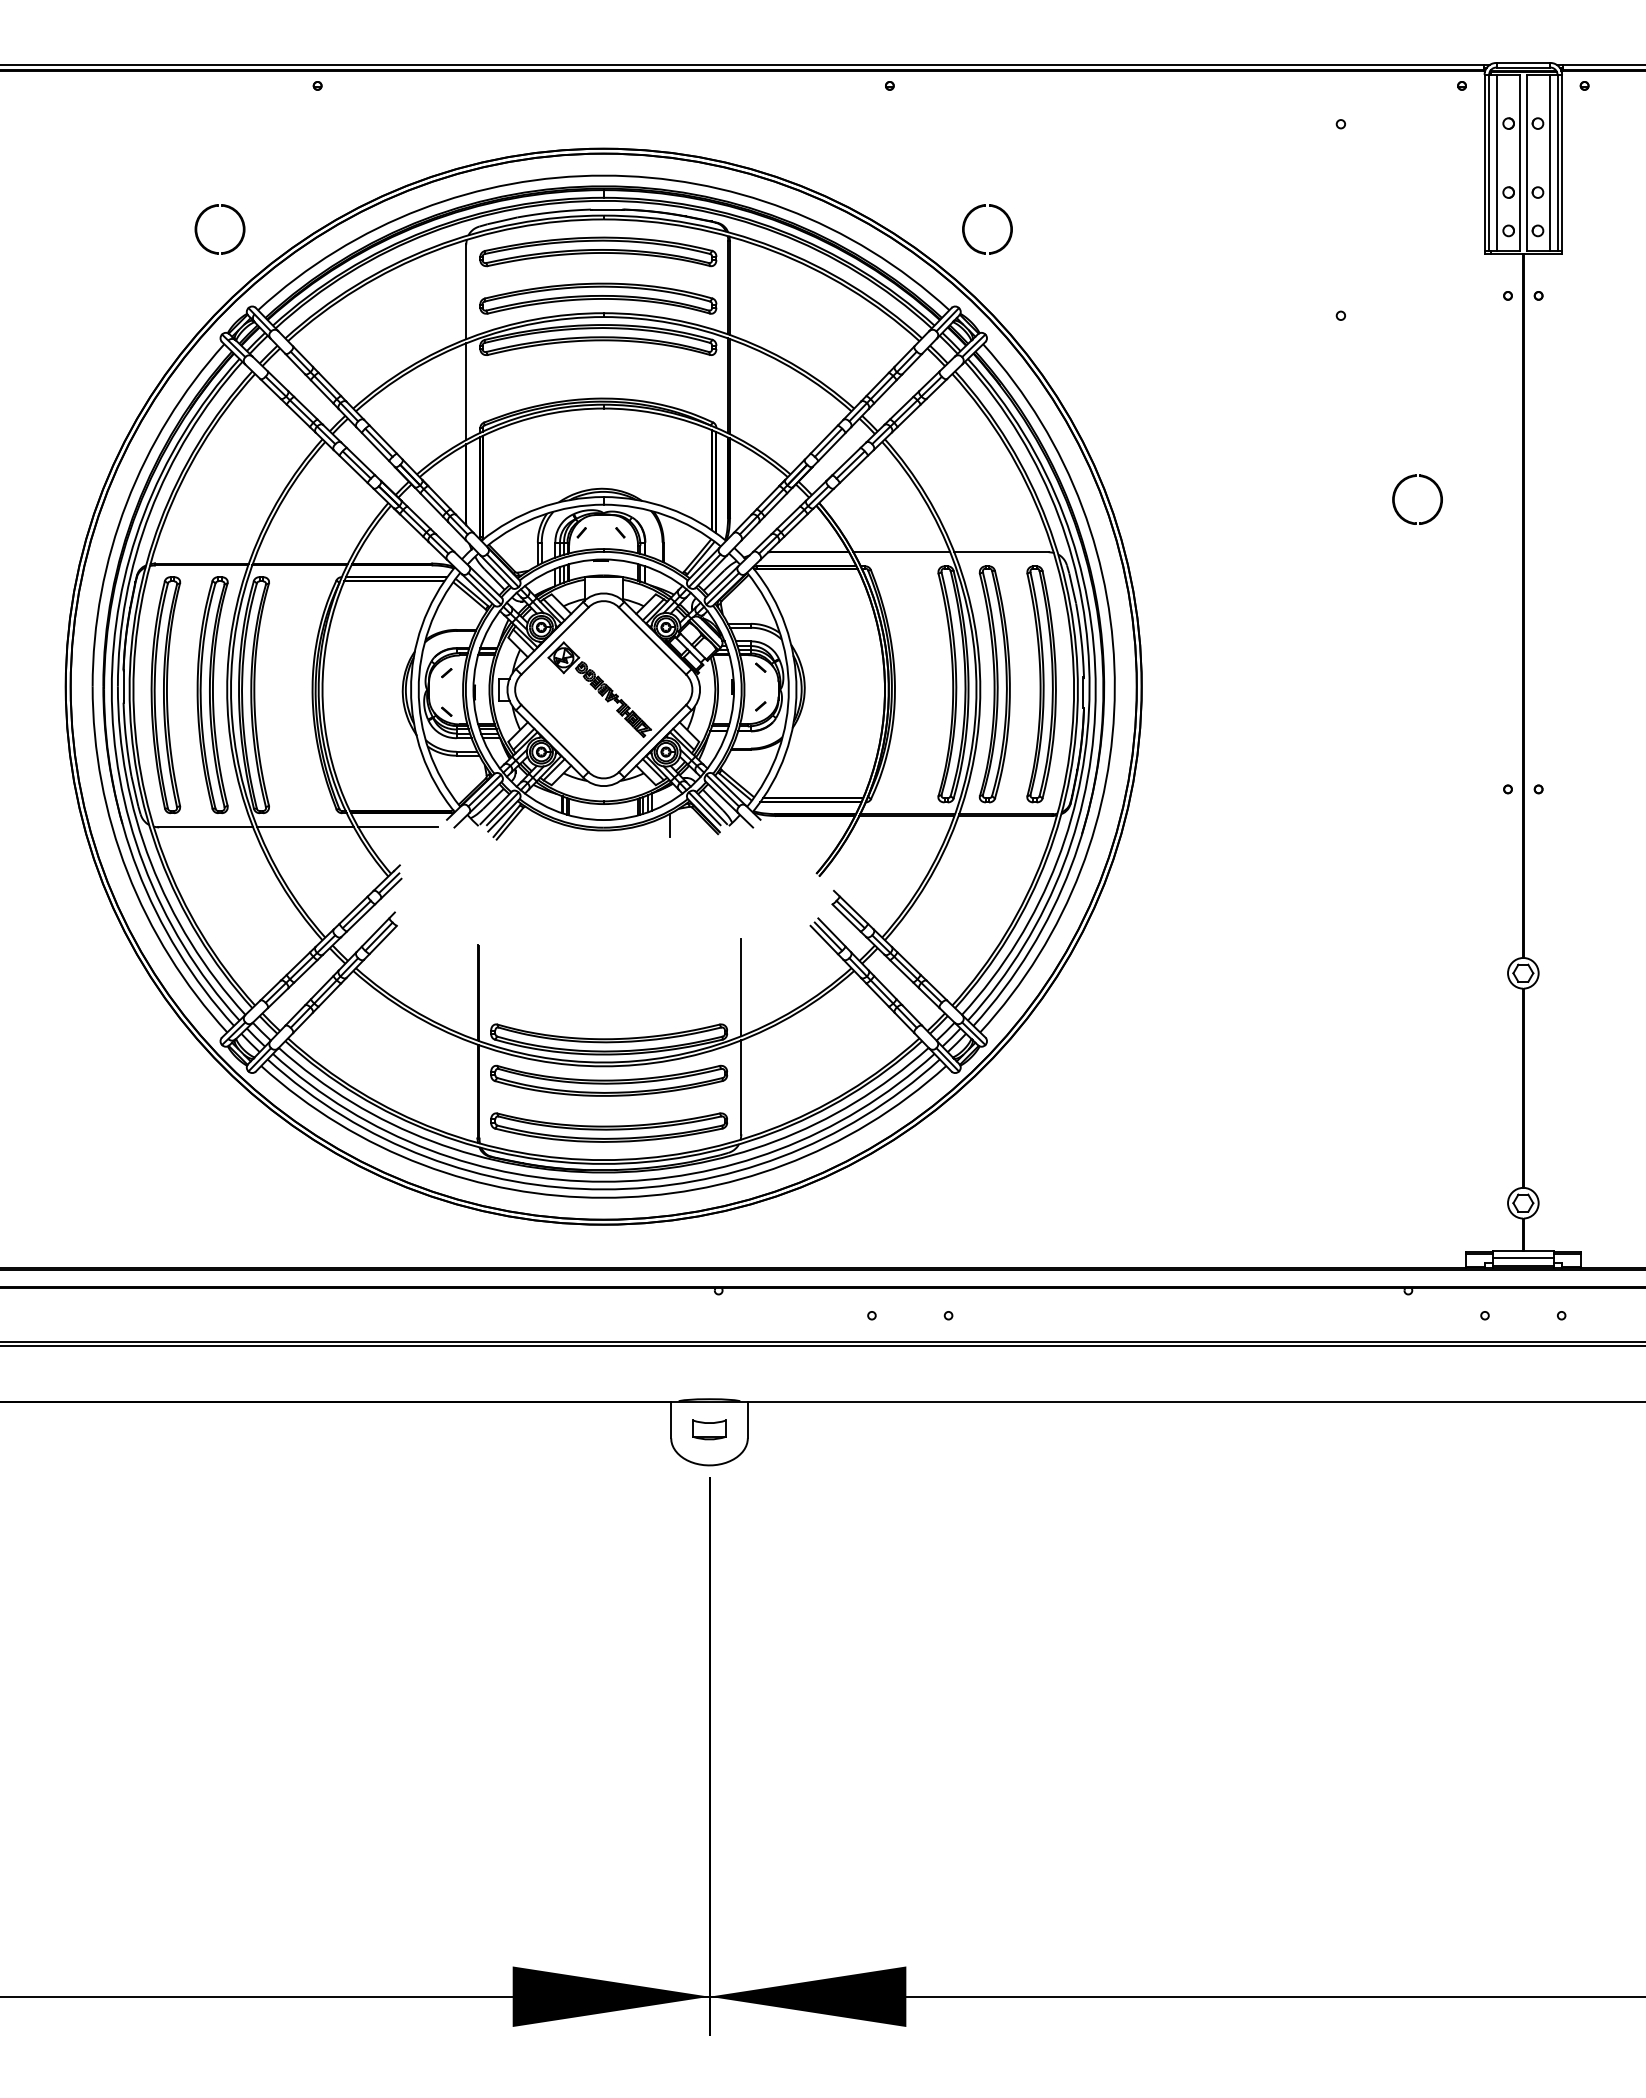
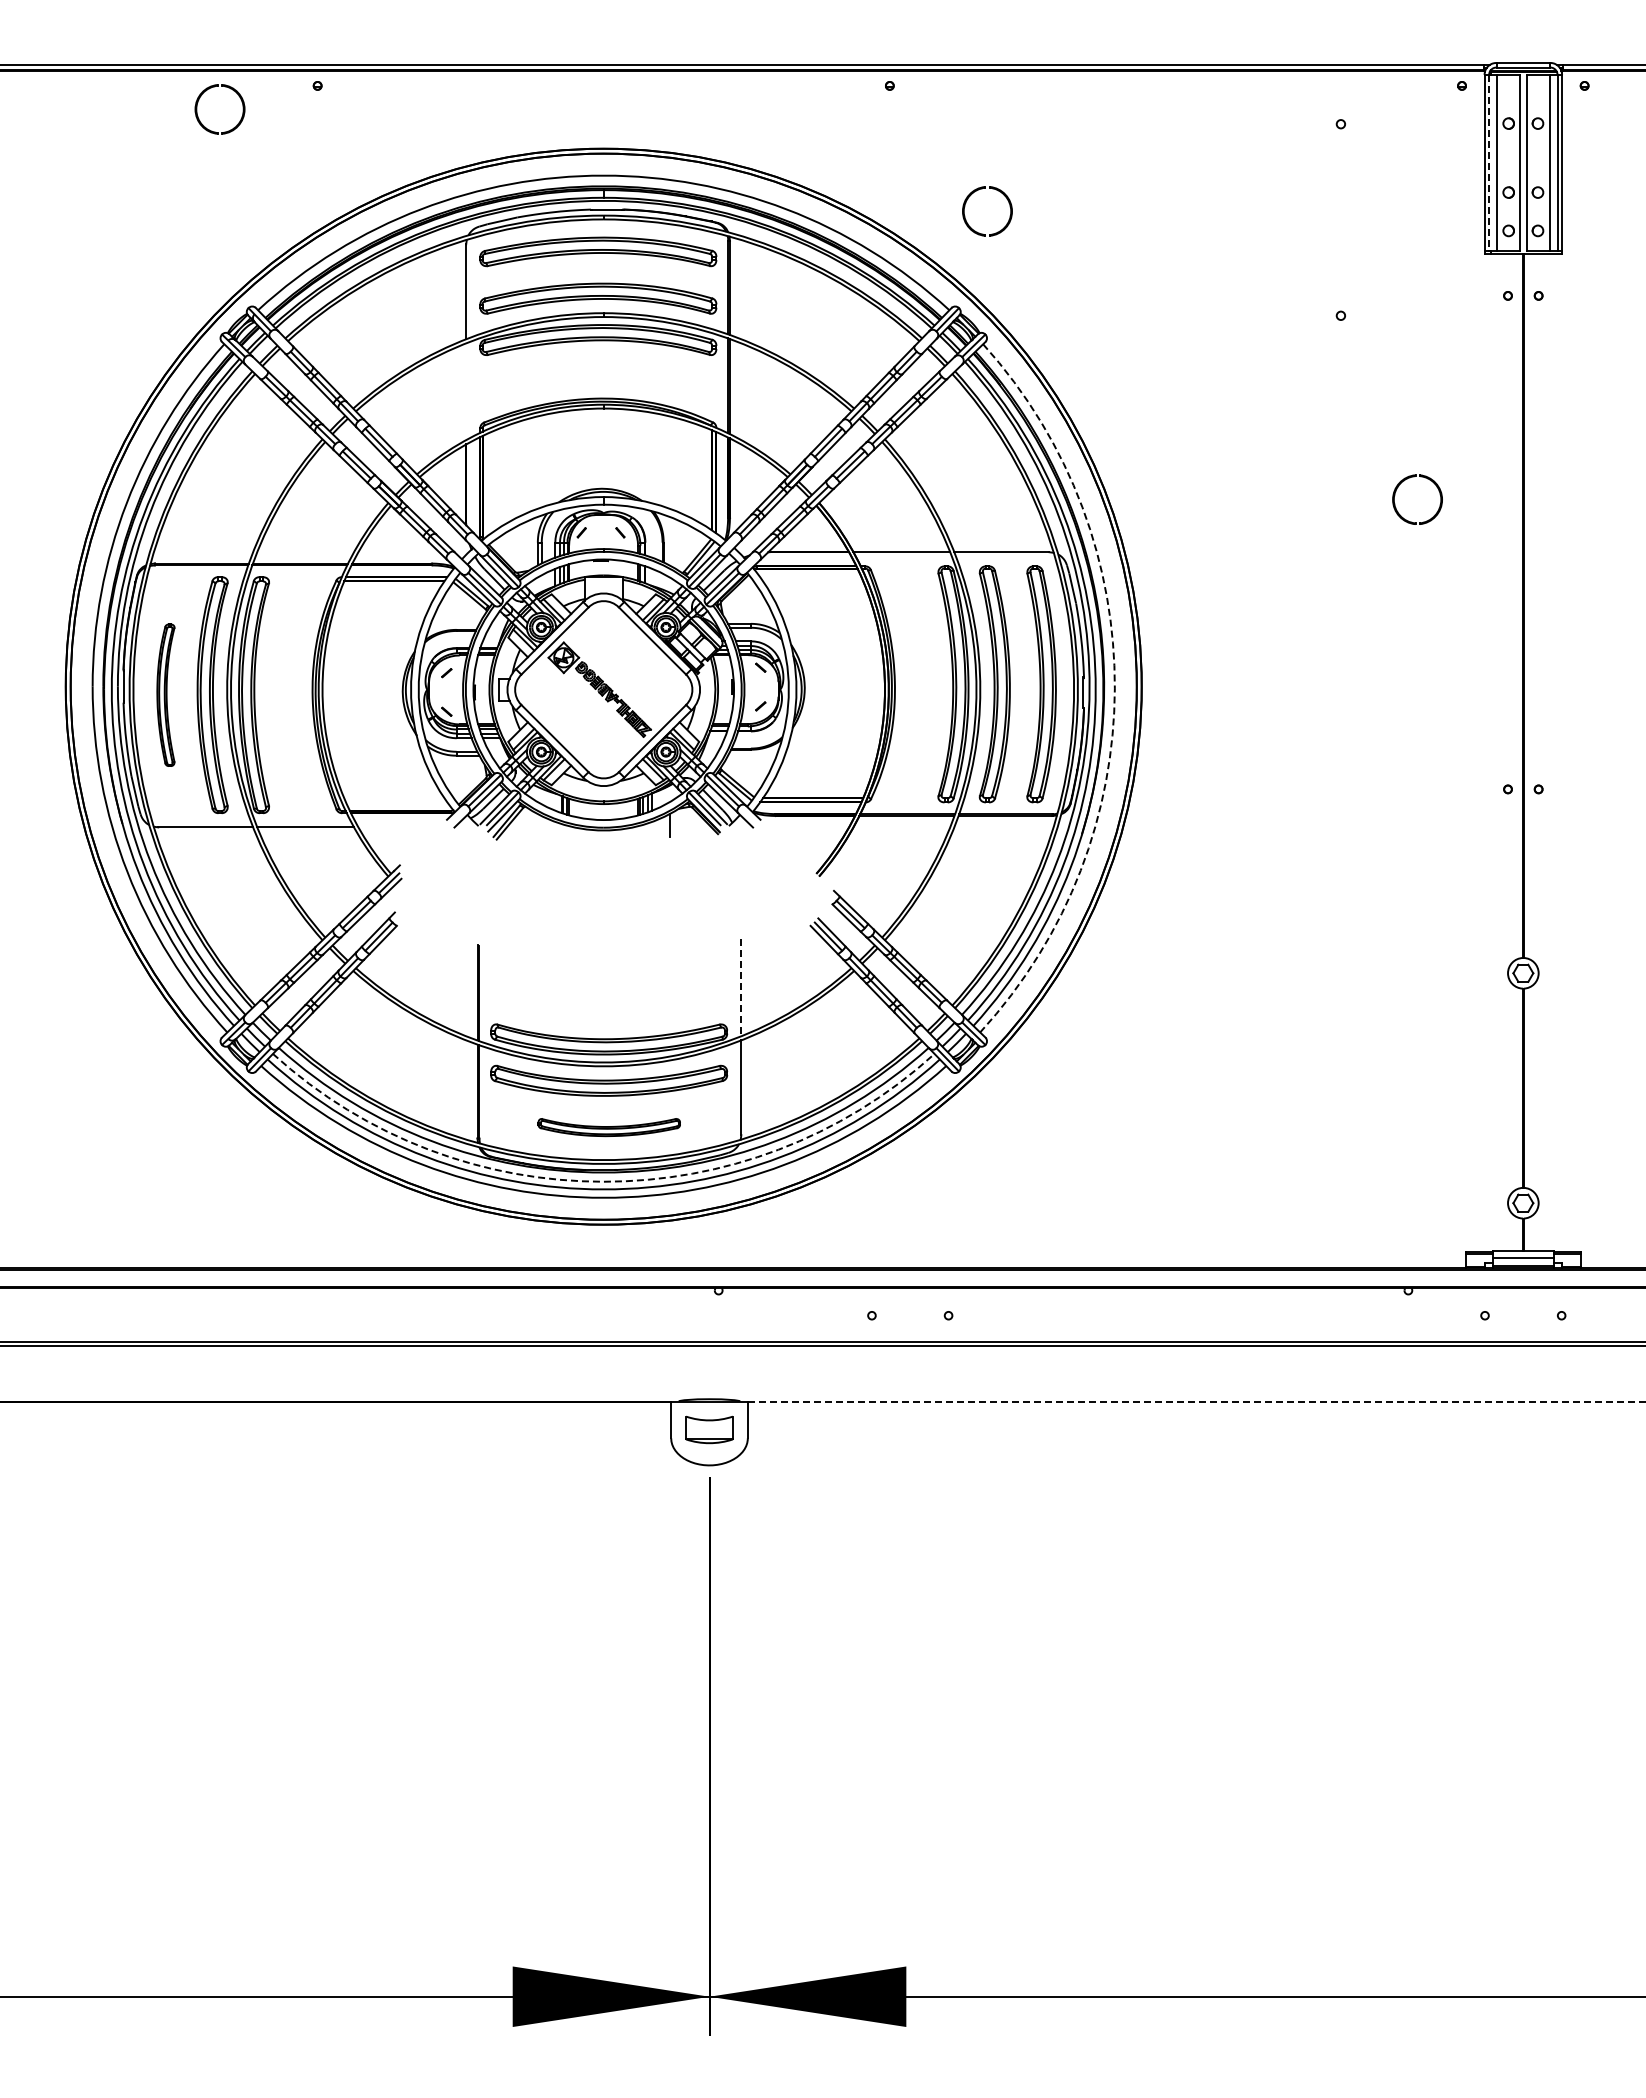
line at (1489, 163): solid -> dashed
part at (199, 220) position: (199, 220) -> (199, 100)
part at (965, 233) position: (965, 233) -> (965, 215)
line at (466, 391): present -> none
arc at (1114, 688): solid -> dashed
part at (165, 695) size: 32x239 px -> 20x144 px
line at (397, 827): present -> none
line at (741, 988): solid -> dashed
part at (609, 1127) size: 239x31 px -> 144x20 px
arc at (603, 1181): solid -> dashed
line at (1196, 1401): solid -> dashed
part at (709, 1429) size: 35x22 px -> 49x30 px
